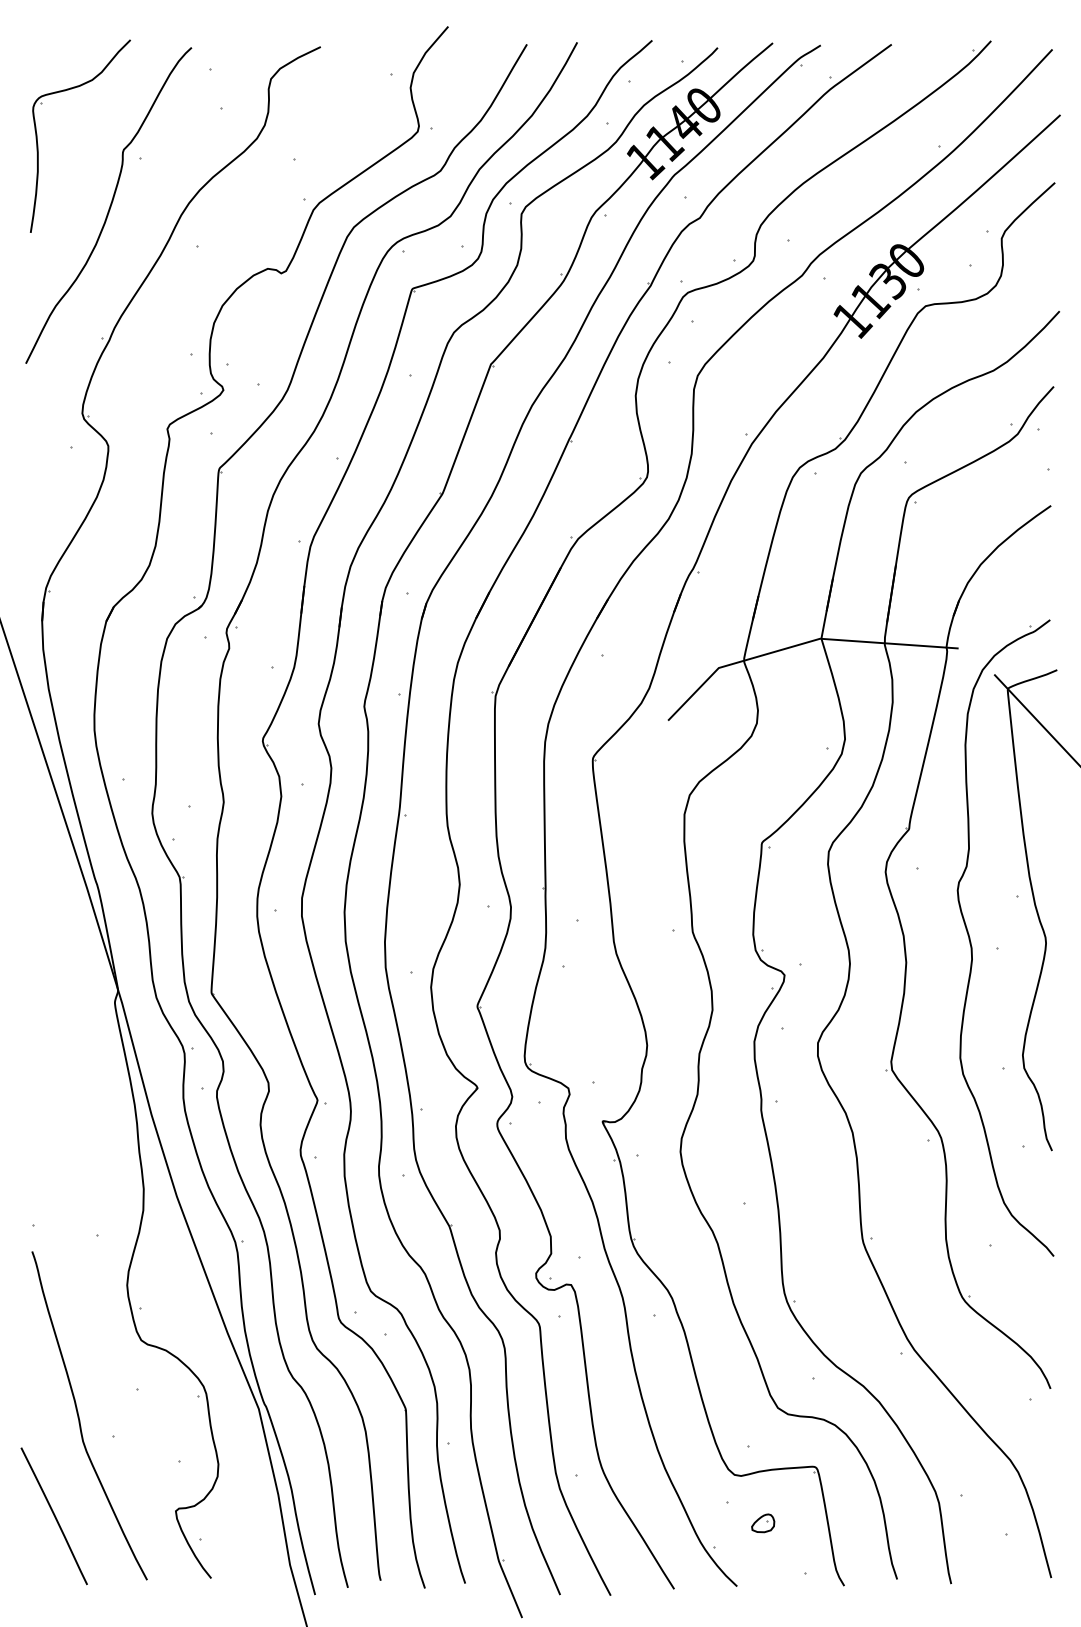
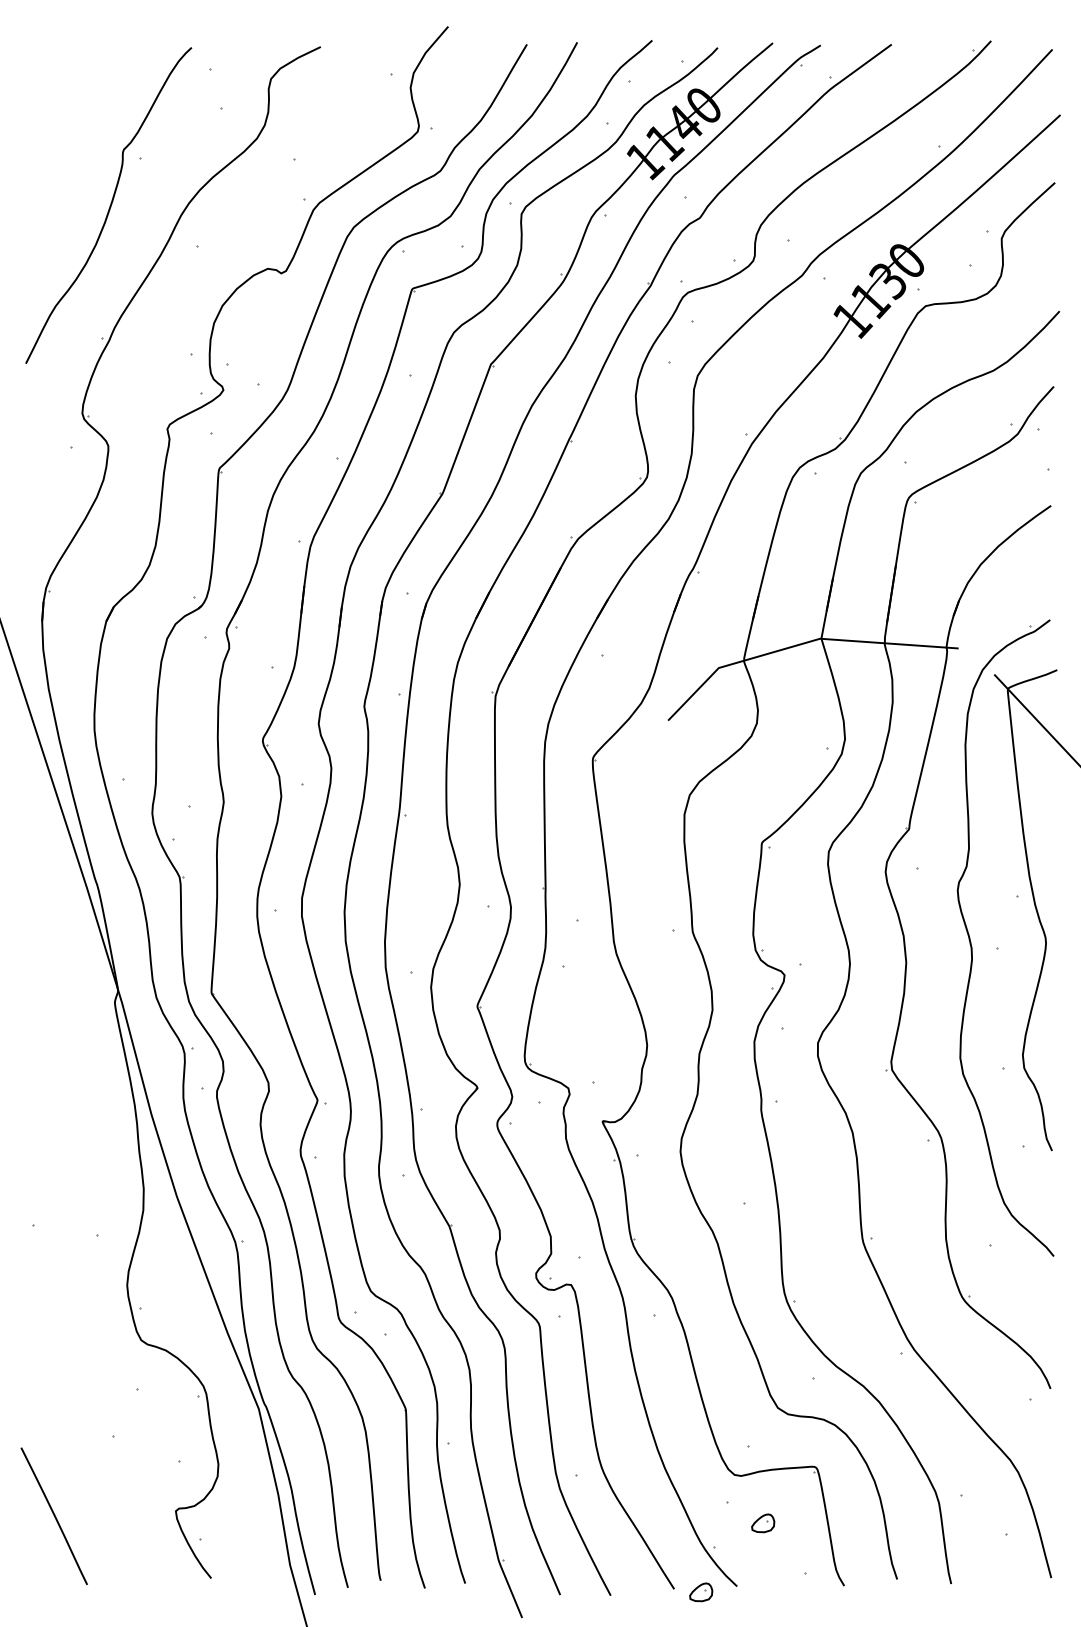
part at (38, 144): present -> none
curve at (79, 1415): present -> none
part at (701, 1592): none -> present
